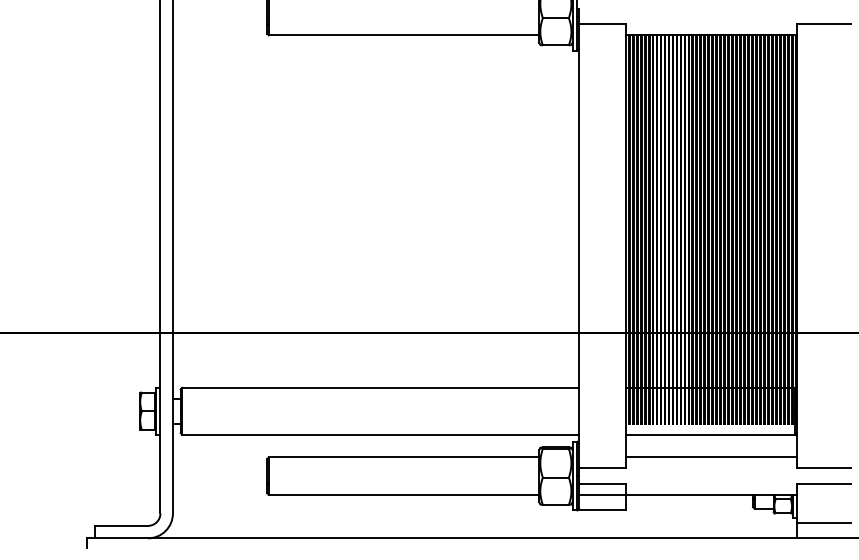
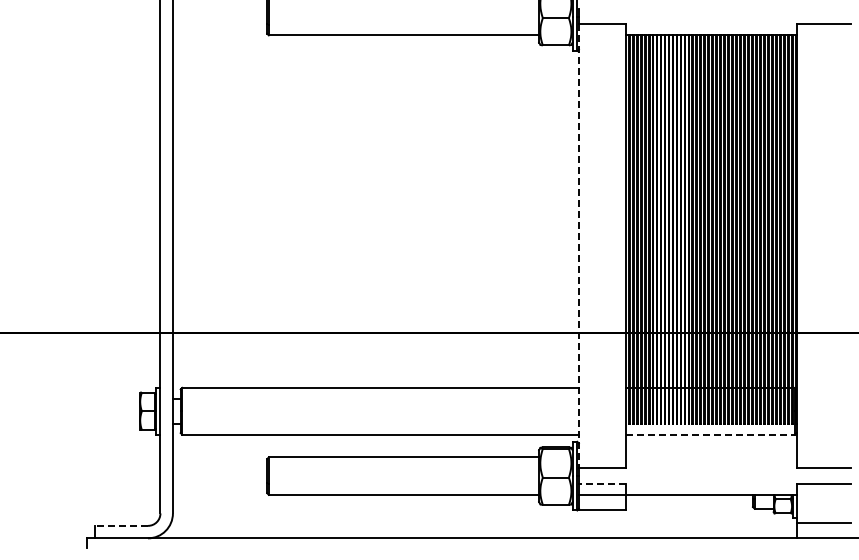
line at (578, 246): solid -> dashed
line at (710, 434): solid -> dashed
line at (710, 457): present -> none
line at (601, 483): solid -> dashed
line at (121, 525): solid -> dashed
